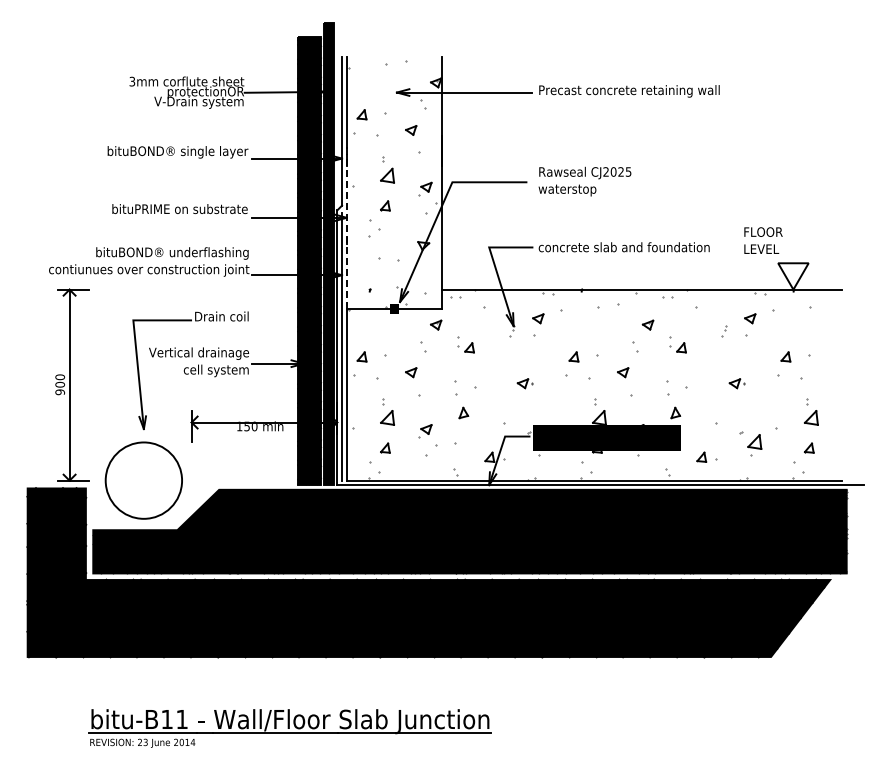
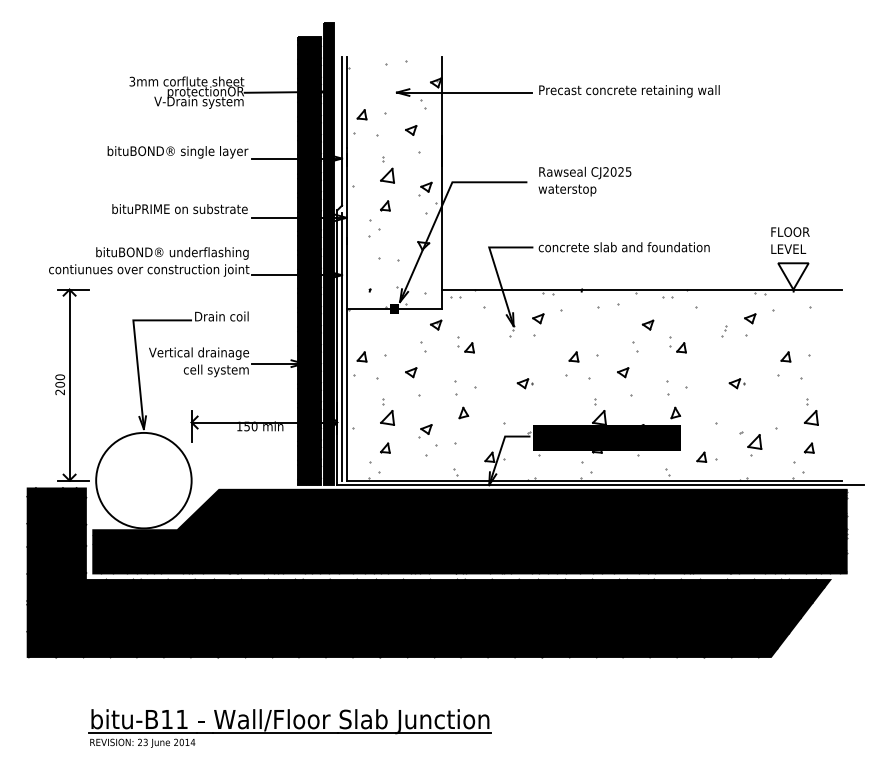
line at (346, 230): dashed -> solid
text at (763, 240) position: (763, 240) -> (790, 240)
text at (60, 392): 900 -> 200
circle at (143, 480) diameter: 76 px -> 95 px
